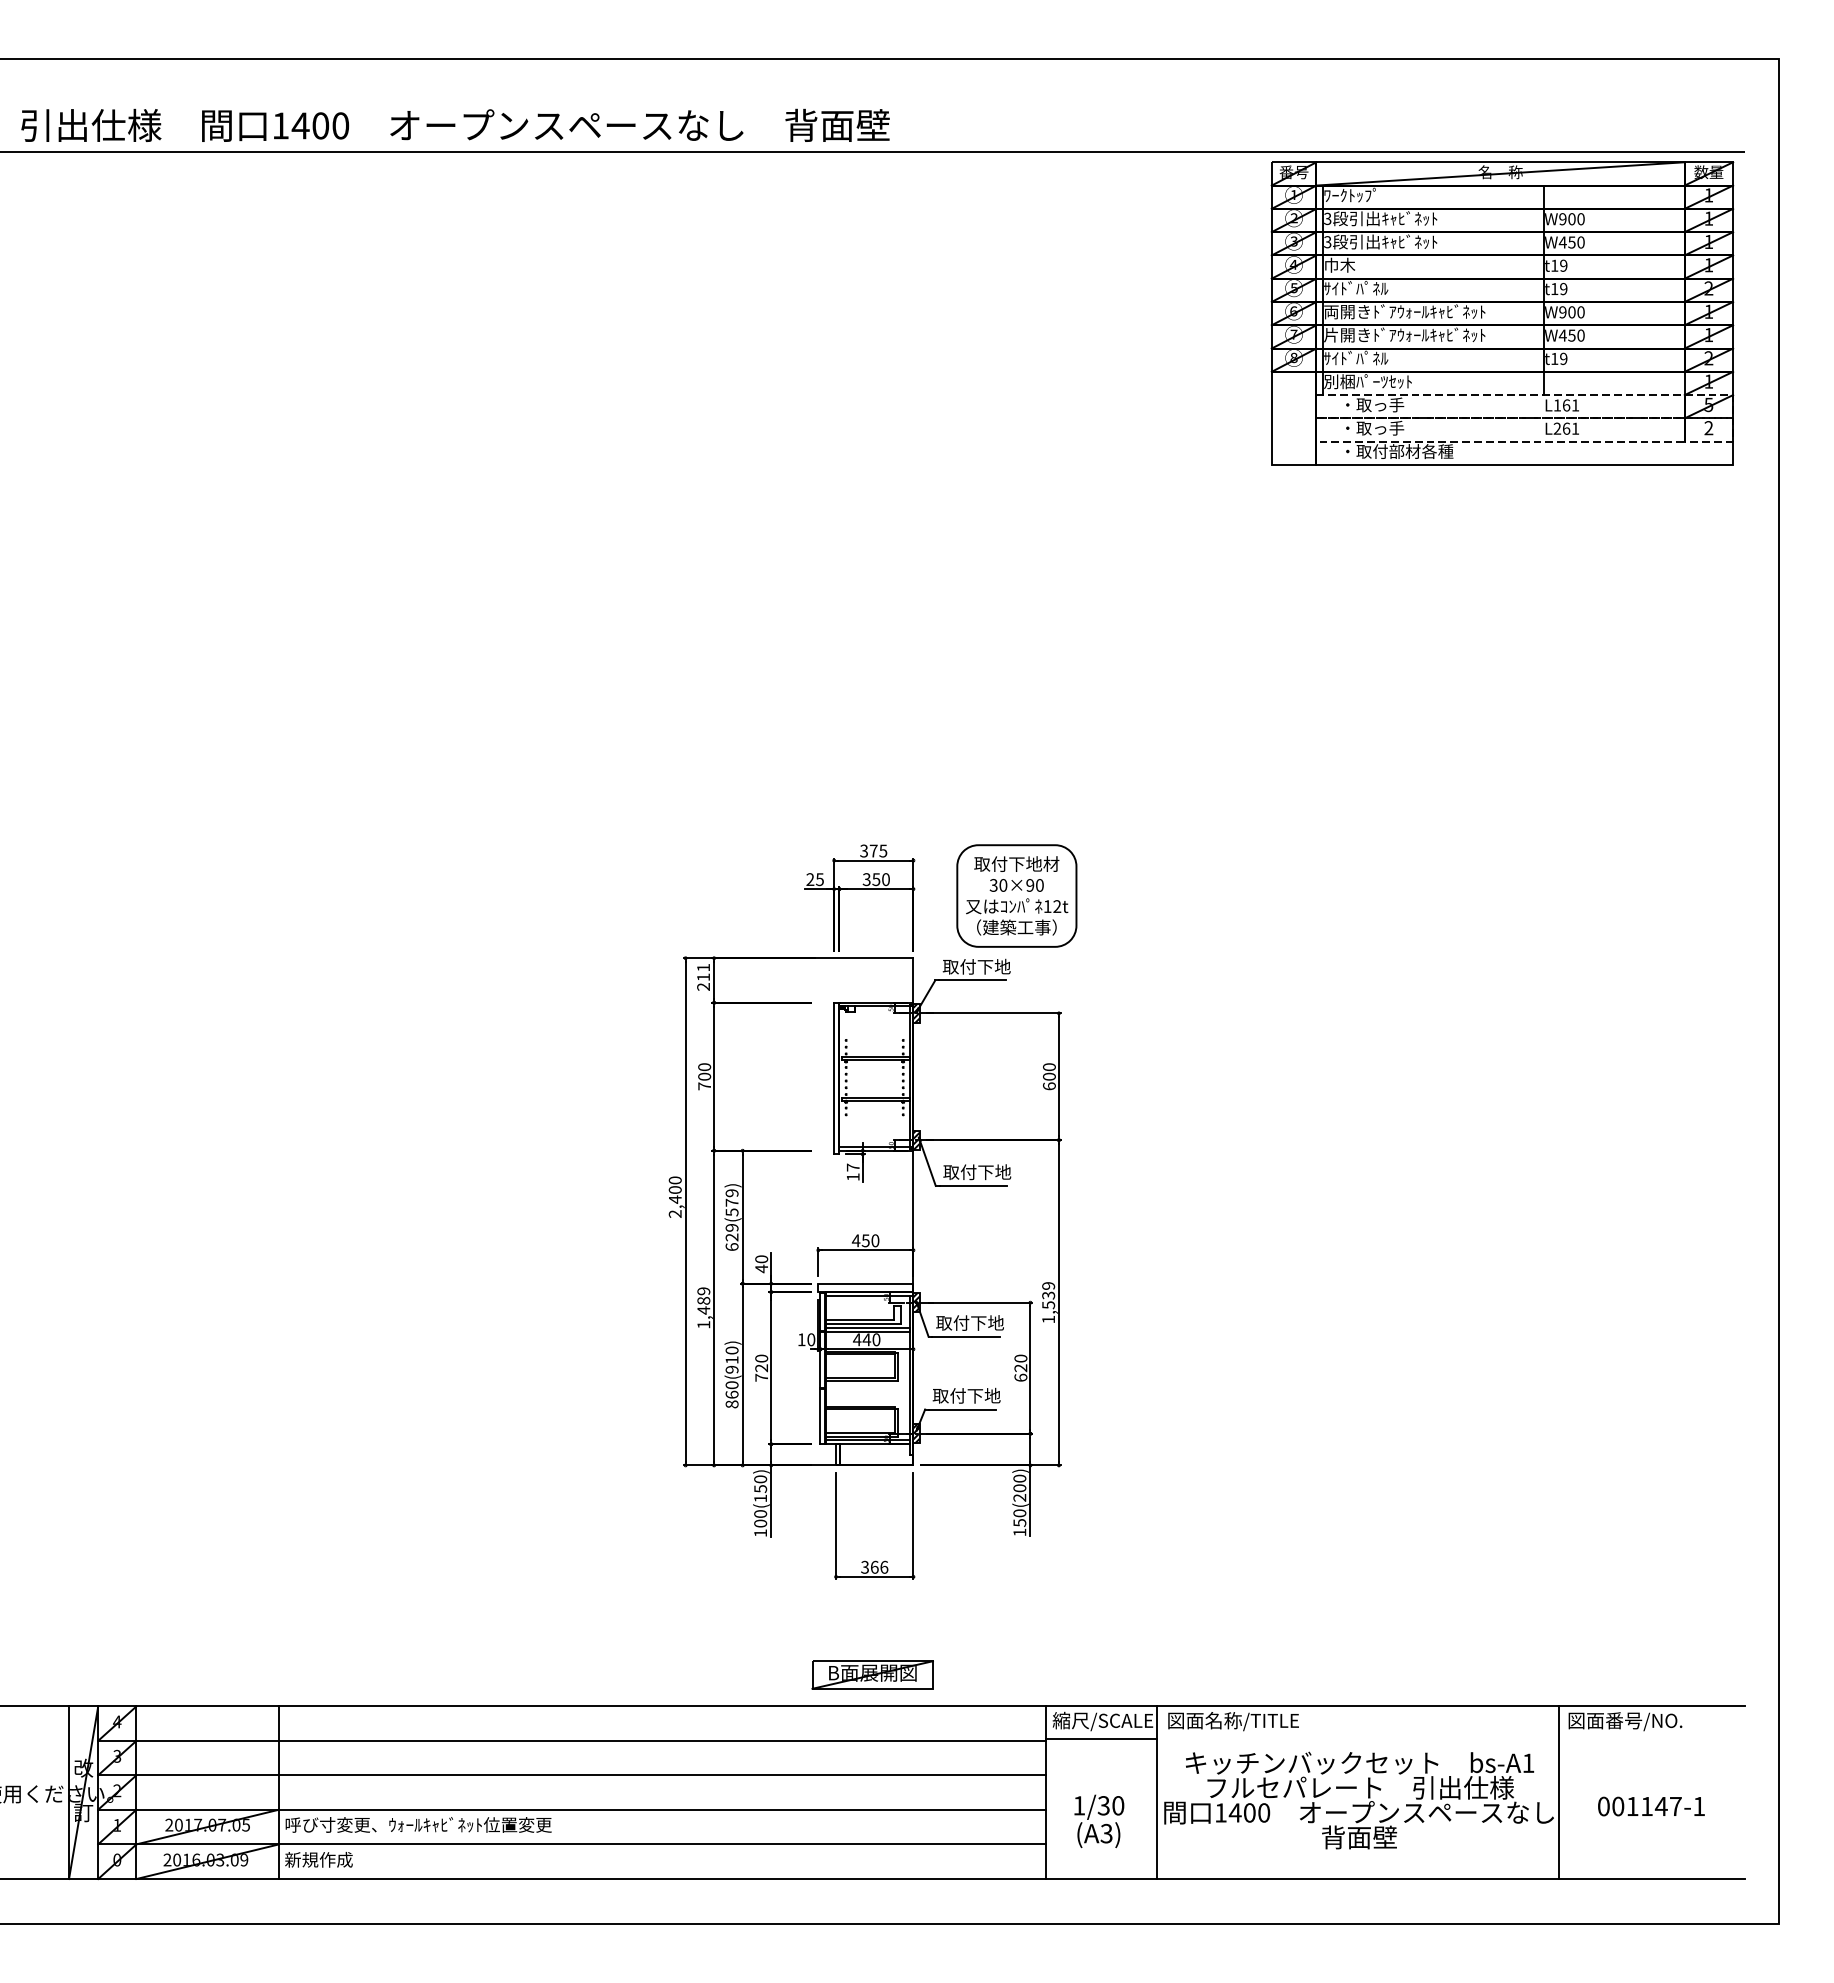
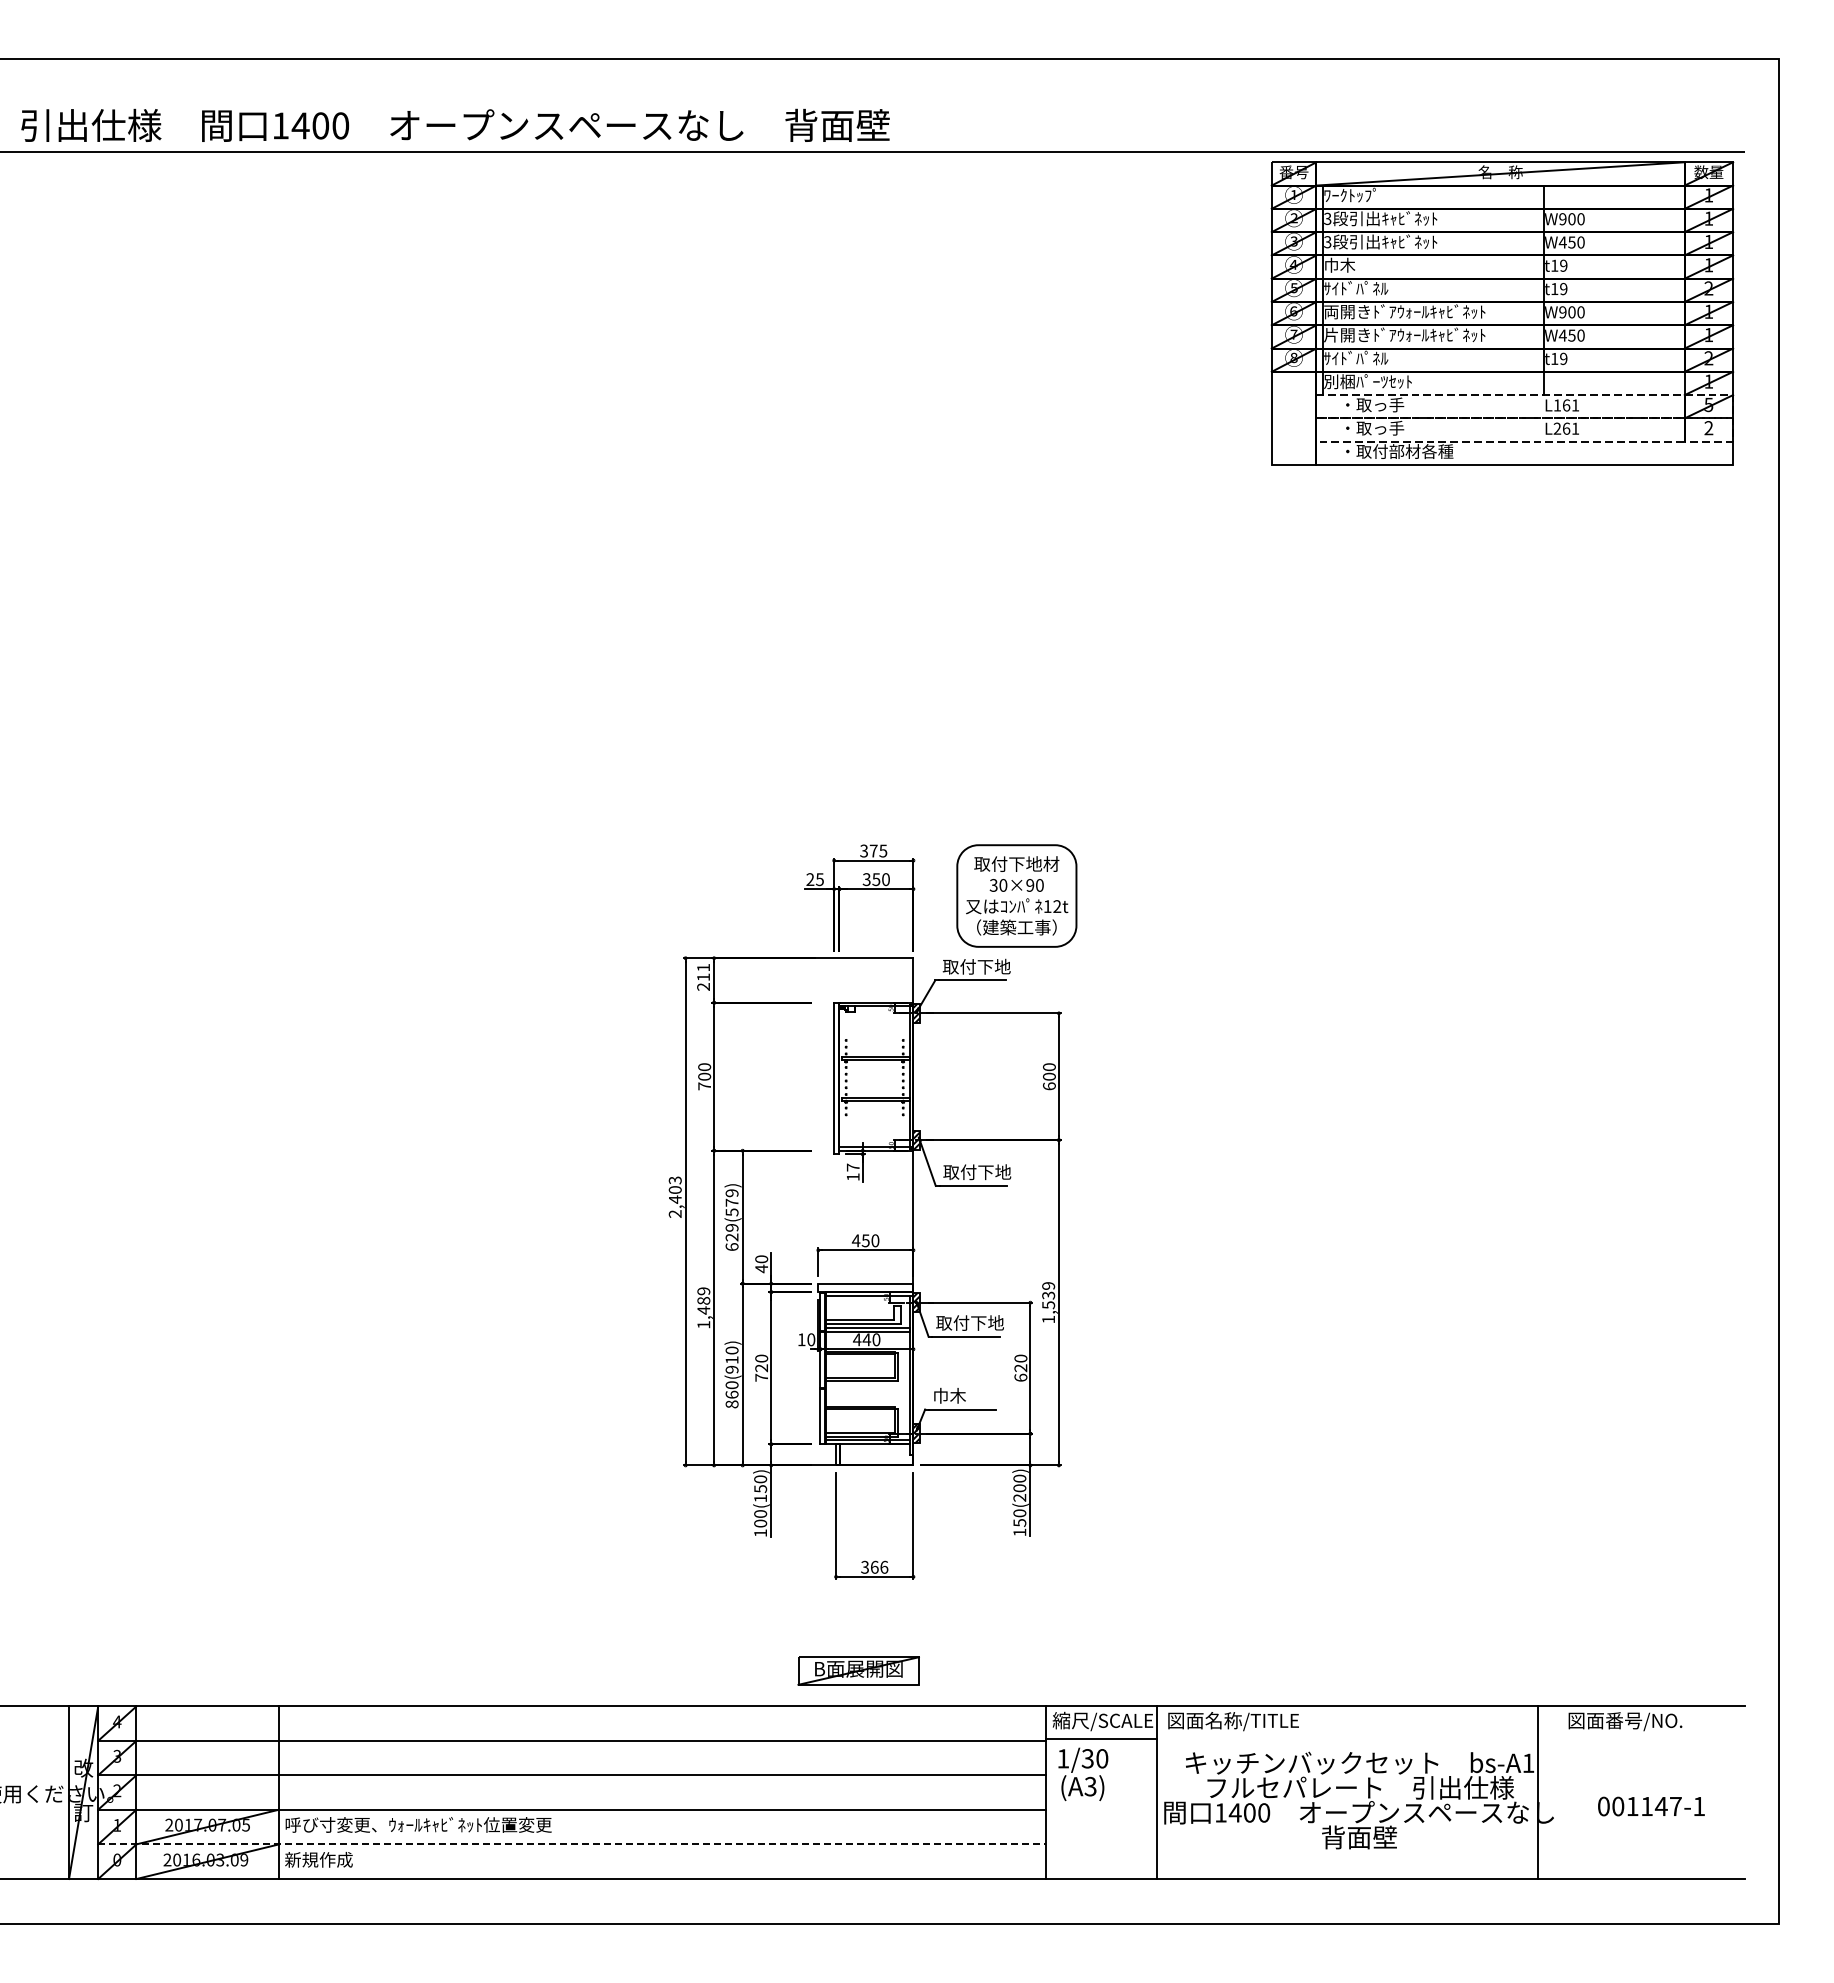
text at (675, 1180): 2,400 -> 2,403
text at (966, 1395): 取付下地 -> 巾木
part at (872, 1674) position: (872, 1674) -> (858, 1670)
line at (1558, 1792) position: (1558, 1792) -> (1537, 1792)
text at (1099, 1821) position: (1099, 1821) -> (1083, 1774)
line at (572, 1844): solid -> dashed
